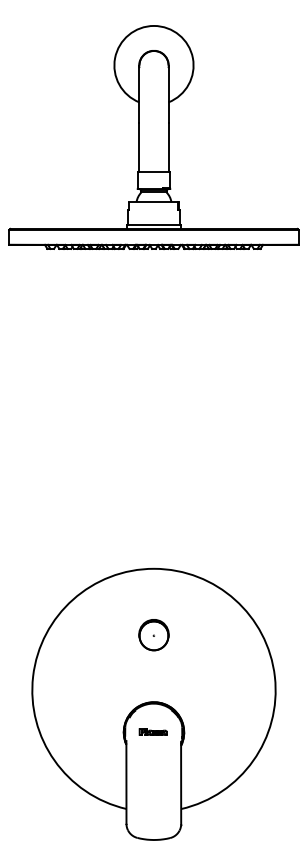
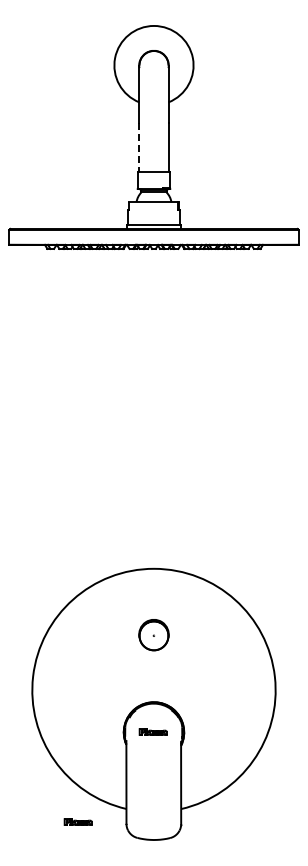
line at (139, 147): solid -> dashed
part at (77, 821): none -> present
